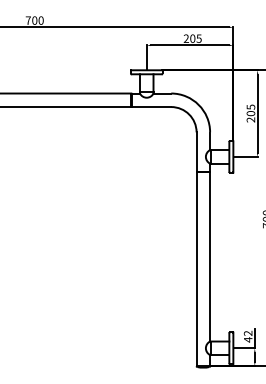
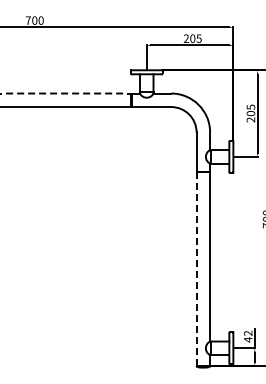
line at (66, 93): solid -> dashed
line at (196, 269): solid -> dashed
